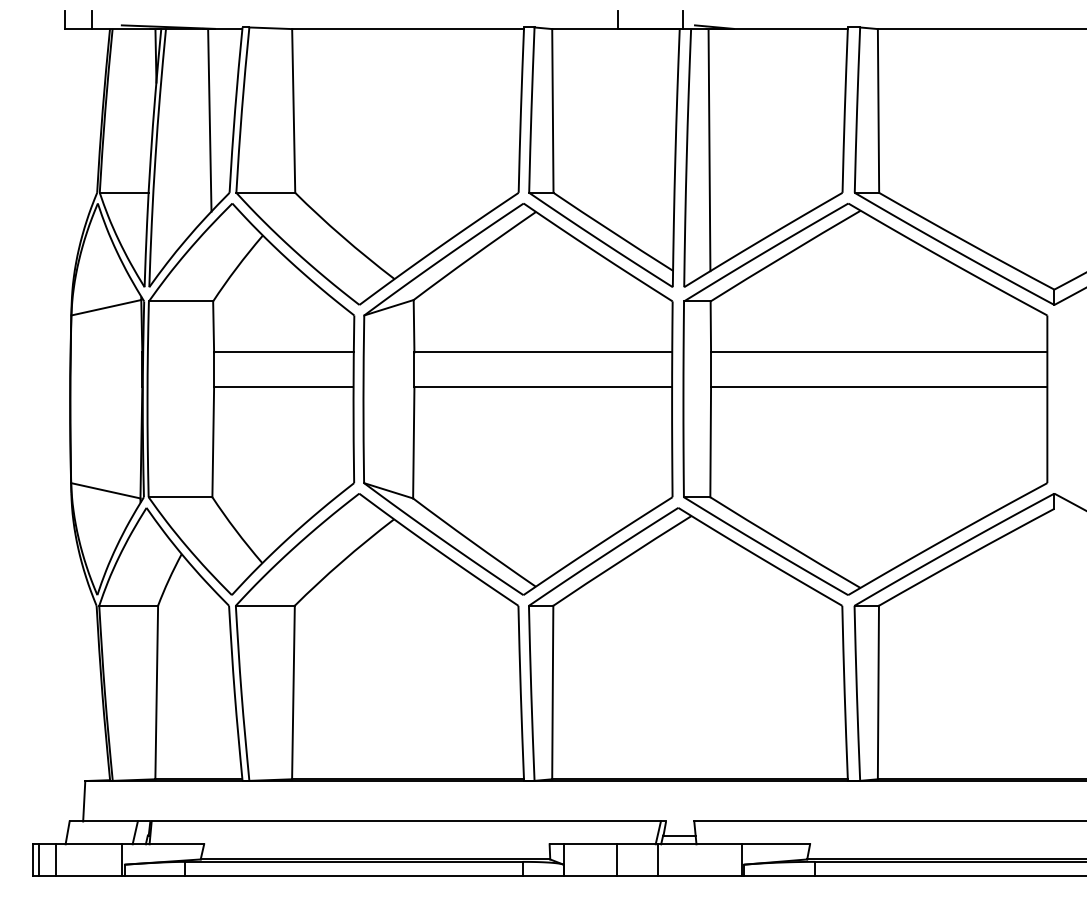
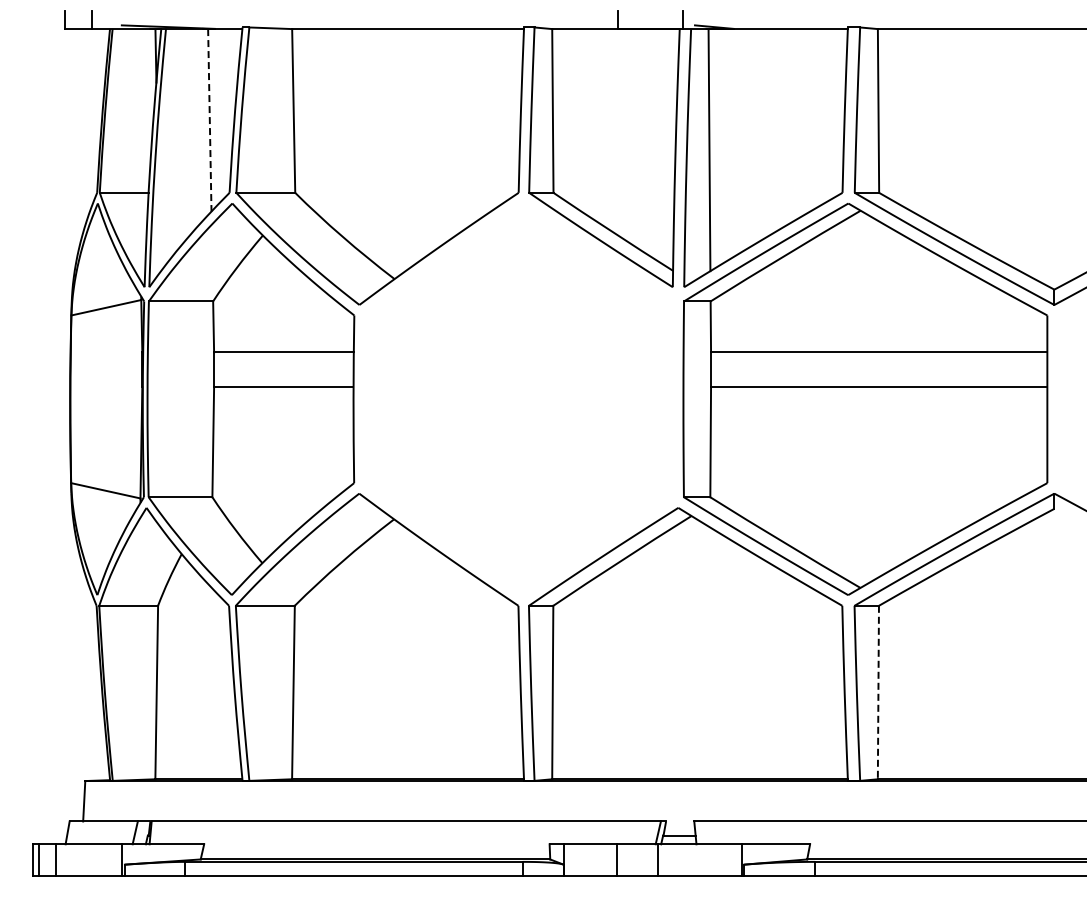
line at (209, 120): solid -> dashed
part at (517, 399): present -> none
line at (878, 692): solid -> dashed
